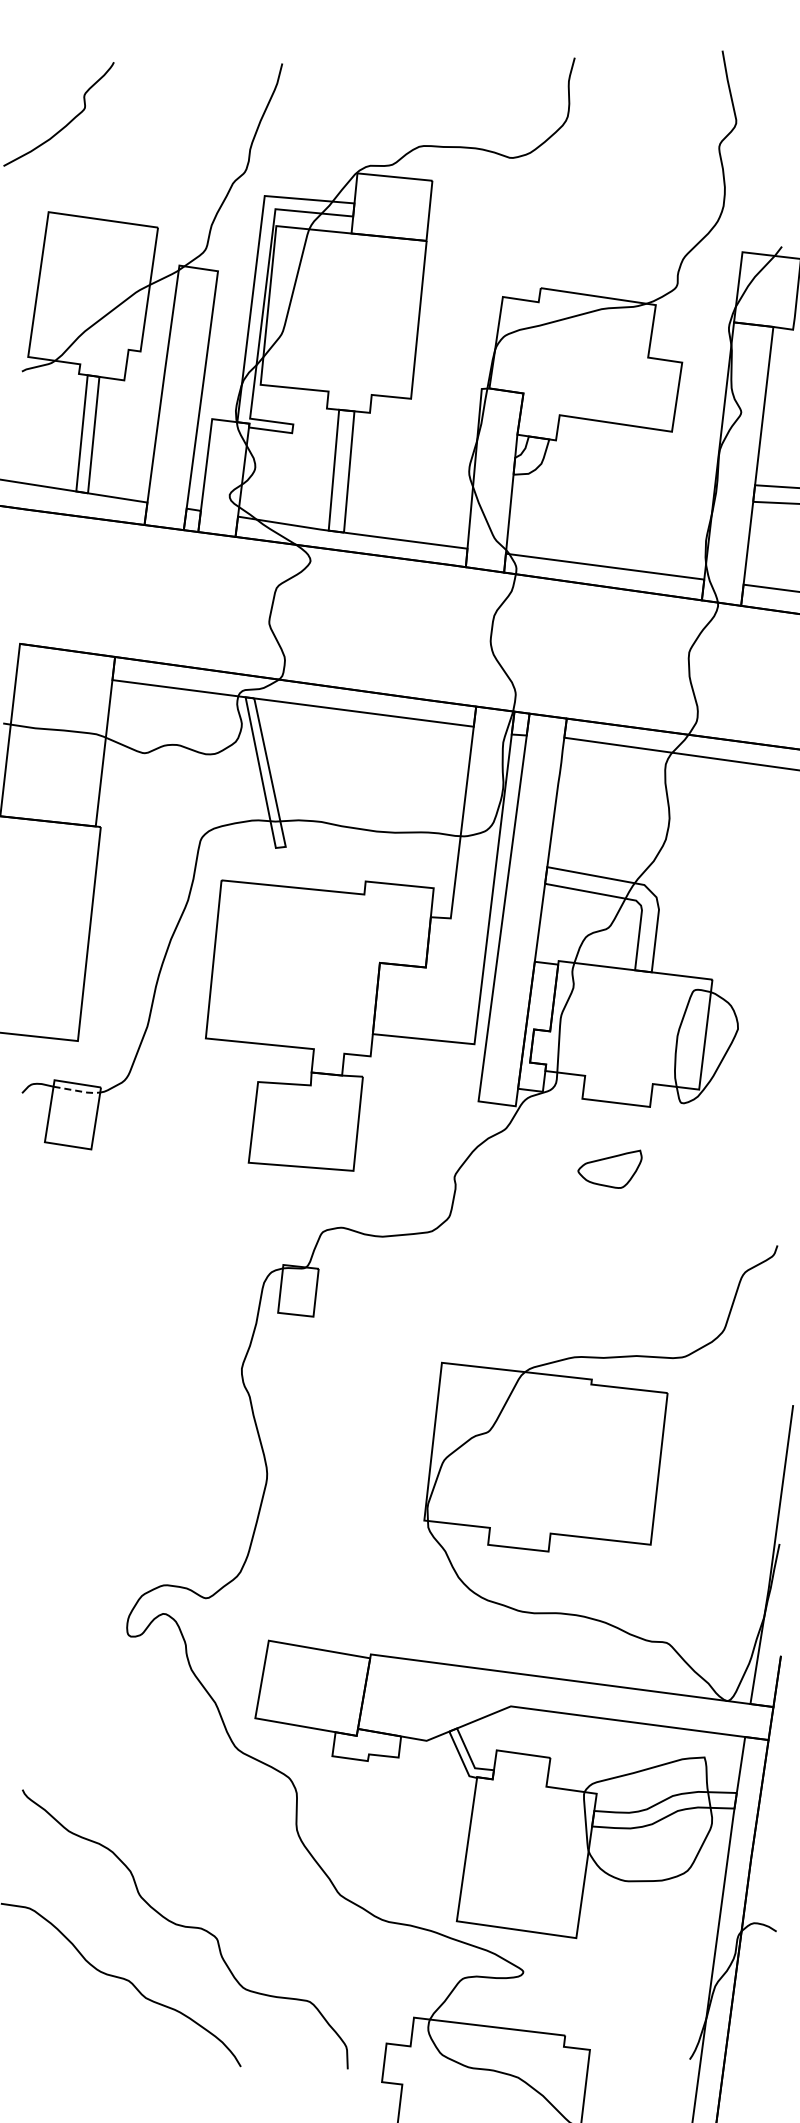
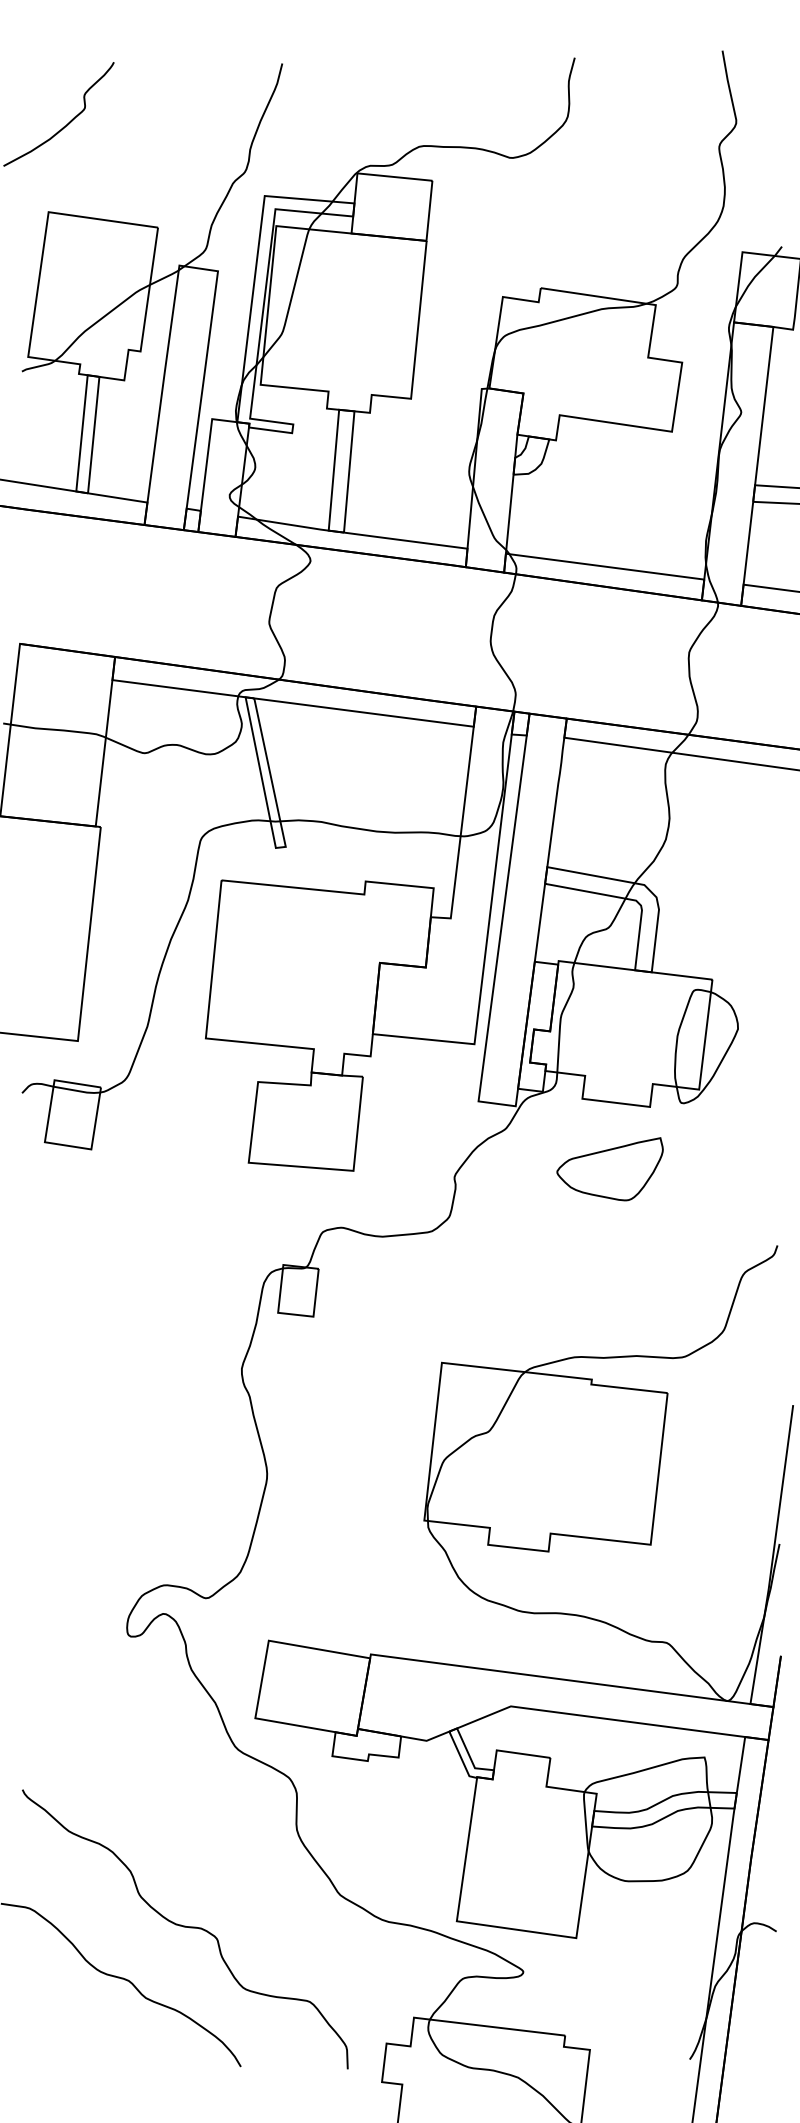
line at (79, 1091): dashed -> solid
part at (609, 1168) size: 66x40 px -> 108x65 px
